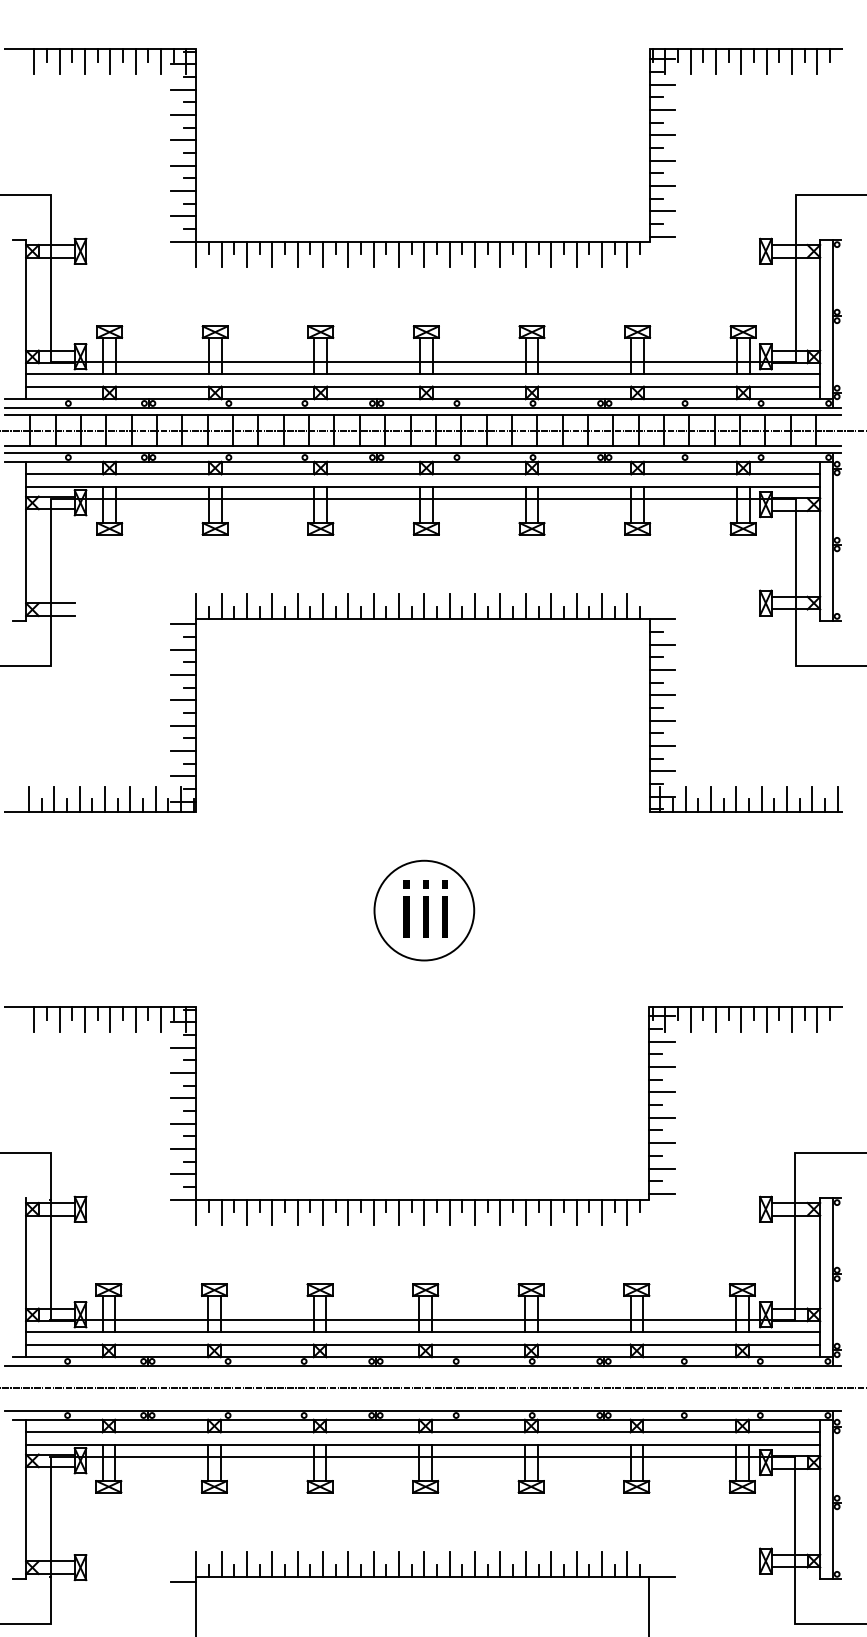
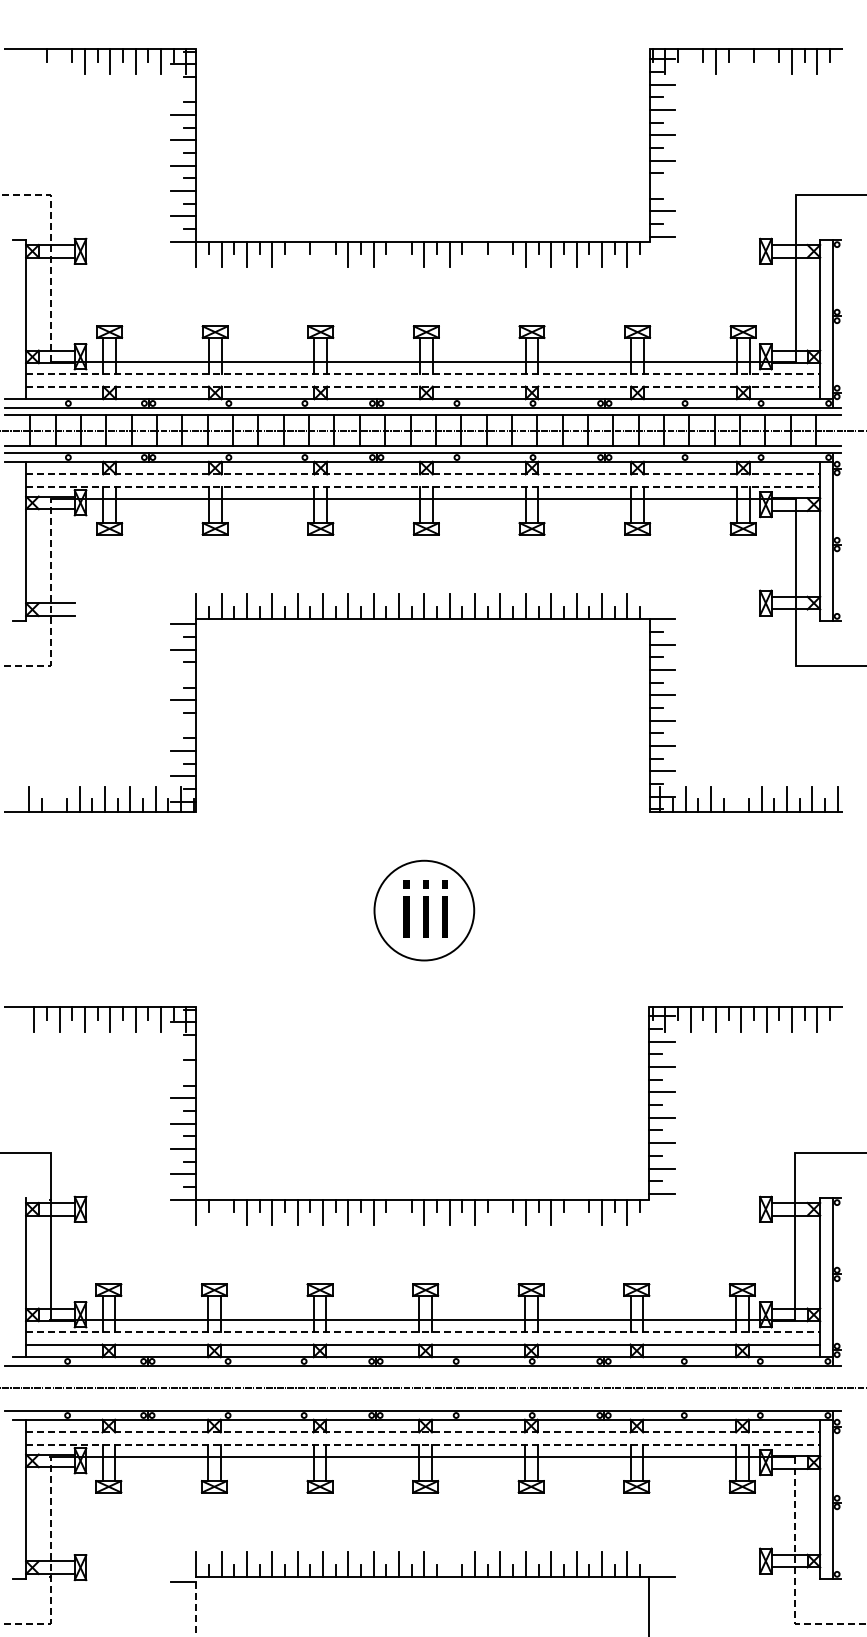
line at (34, 61): present -> none
line at (59, 61): present -> none
line at (690, 61): present -> none
line at (741, 61): present -> none
line at (766, 61): present -> none
line at (183, 89): present -> none
line at (662, 185): present -> none
line at (50, 252): solid -> dashed
line at (297, 254): present -> none
line at (323, 254): present -> none
line at (399, 254): present -> none
line at (475, 254): present -> none
line at (500, 254): present -> none
line at (423, 373): solid -> dashed
line at (423, 386): solid -> dashed
line at (423, 474): solid -> dashed
line at (423, 487): solid -> dashed
line at (50, 607): solid -> dashed
line at (183, 675): present -> none
line at (183, 725): present -> none
line at (54, 798): present -> none
line at (736, 798): present -> none
line at (183, 1047): present -> none
line at (183, 1072): present -> none
line at (221, 1212): present -> none
line at (399, 1212): present -> none
line at (500, 1212): present -> none
line at (576, 1212): present -> none
line at (423, 1331): solid -> dashed
line at (423, 1432): solid -> dashed
line at (423, 1445): solid -> dashed
line at (449, 1564): present -> none
line at (50, 1565): solid -> dashed
line at (794, 1577): solid -> dashed
line at (196, 1606): solid -> dashed
